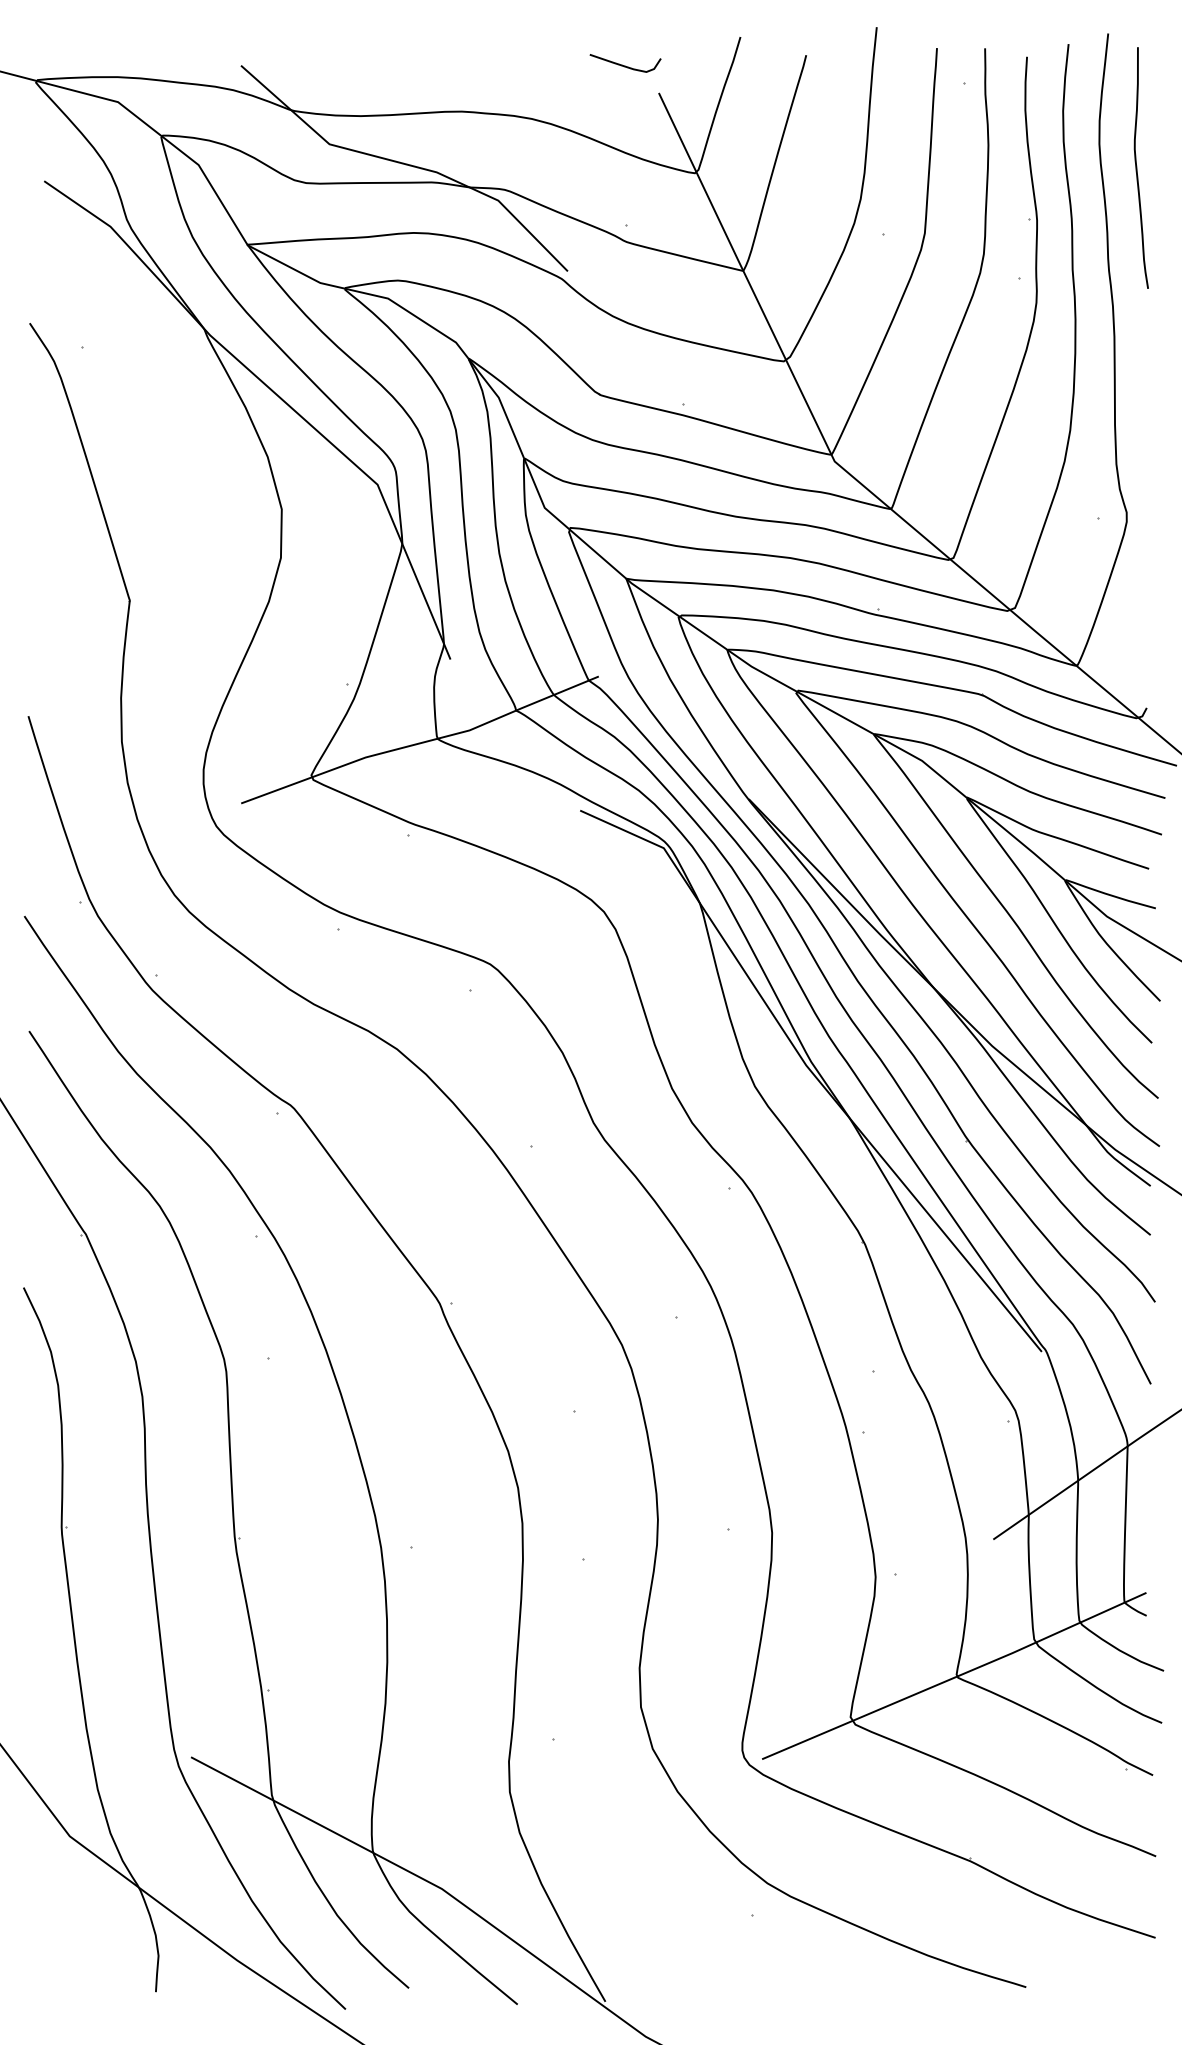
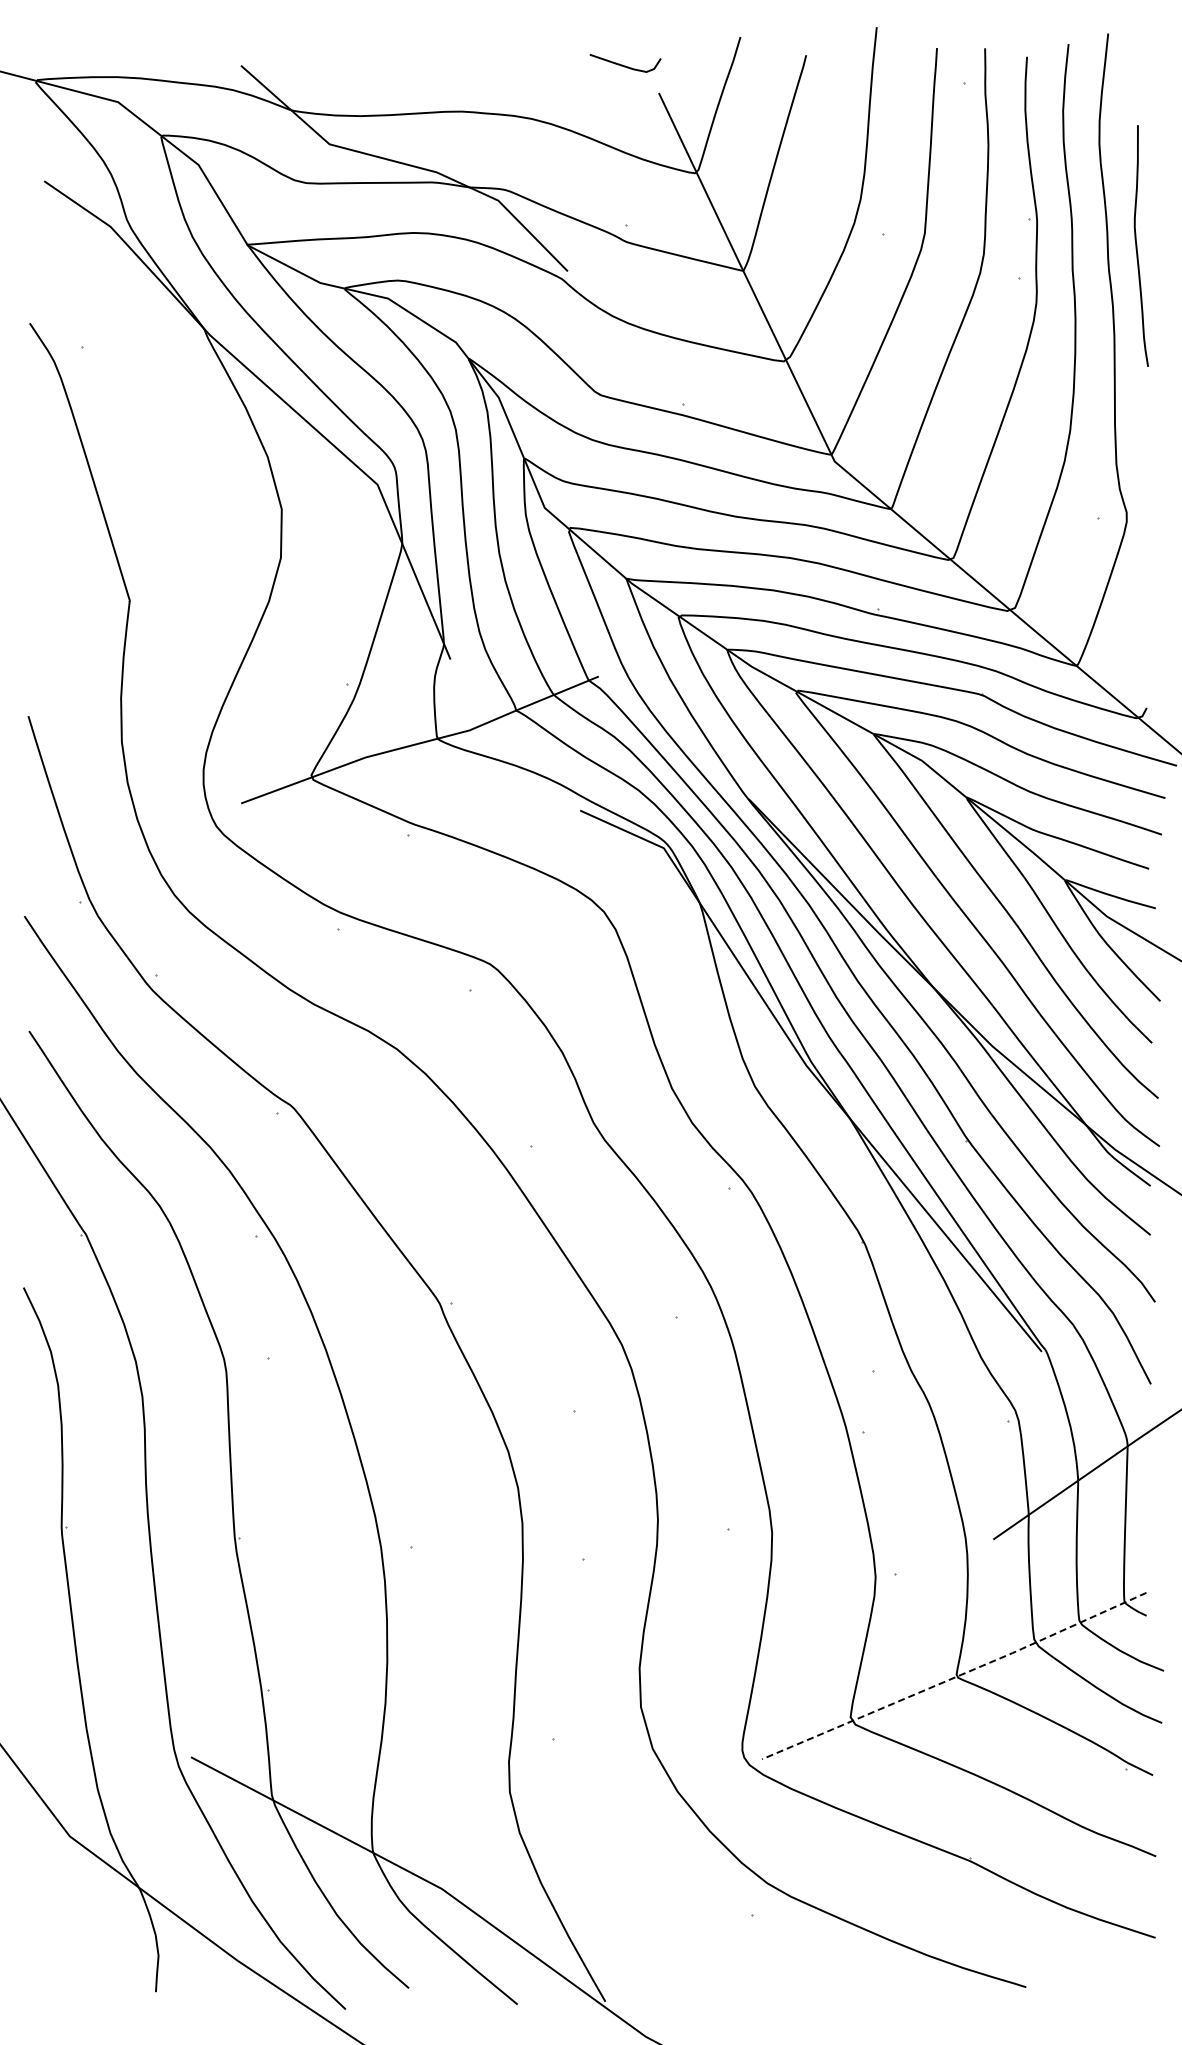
curve at (1137, 167) position: (1137, 167) -> (1137, 245)
line at (954, 1677): solid -> dashed
